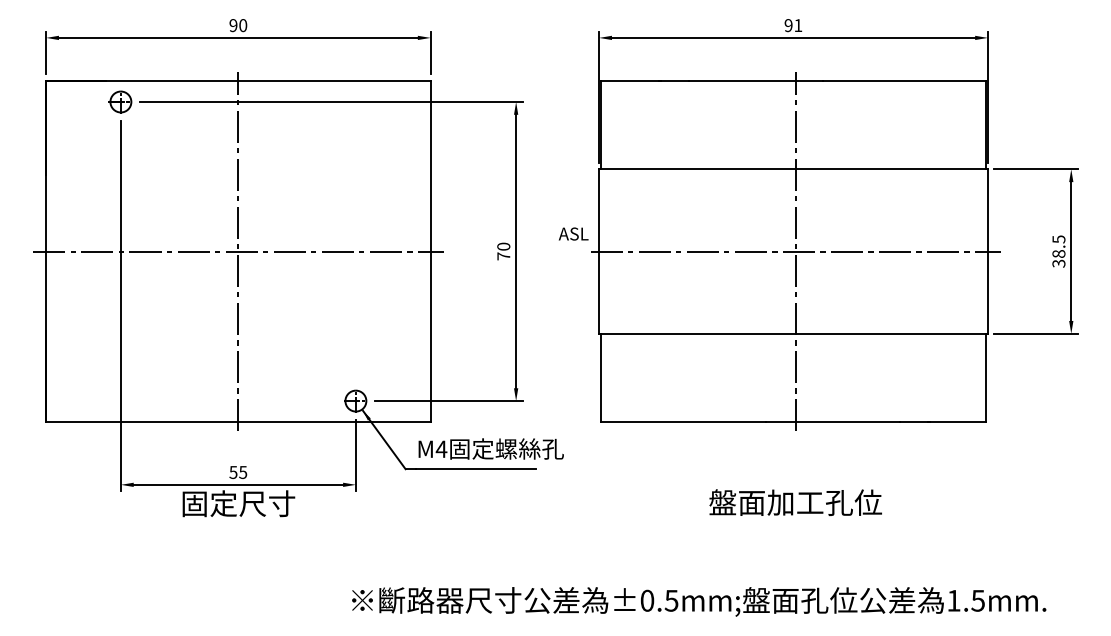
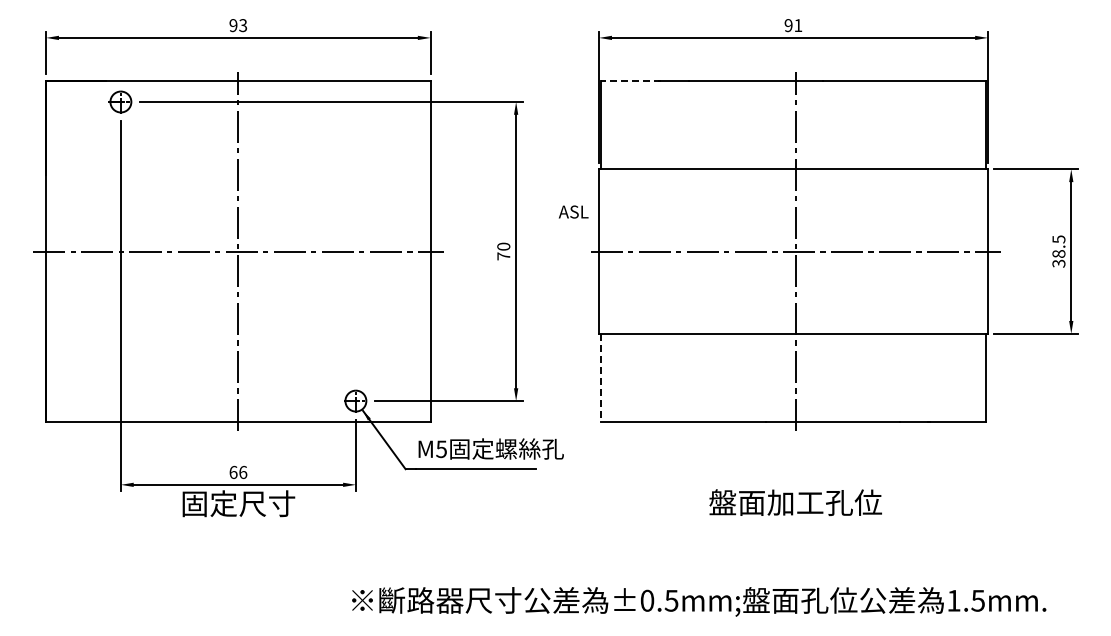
text at (243, 25): 90 -> 93
line at (630, 80): solid -> dashed
text at (573, 233) position: (573, 233) -> (573, 211)
line at (601, 378): solid -> dashed
text at (441, 449): M4 -> M5
text at (238, 471): 55 -> 66
